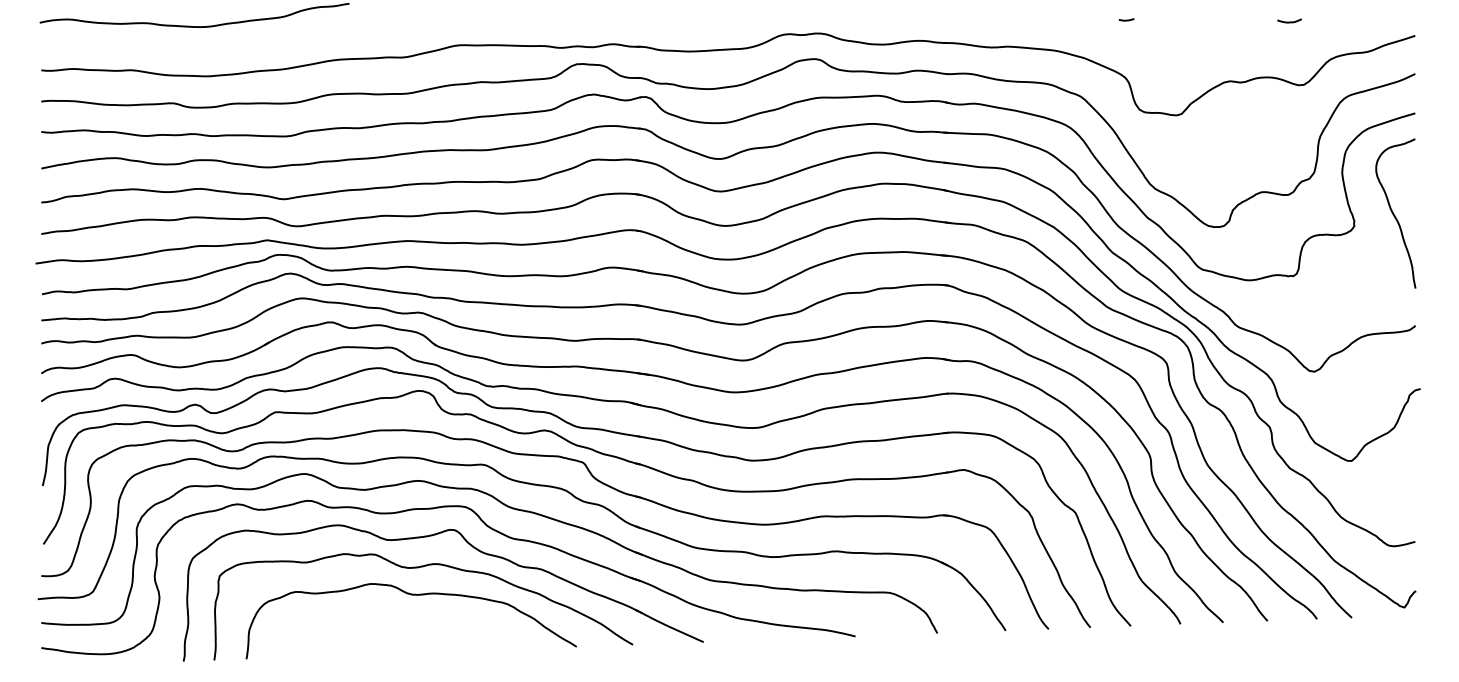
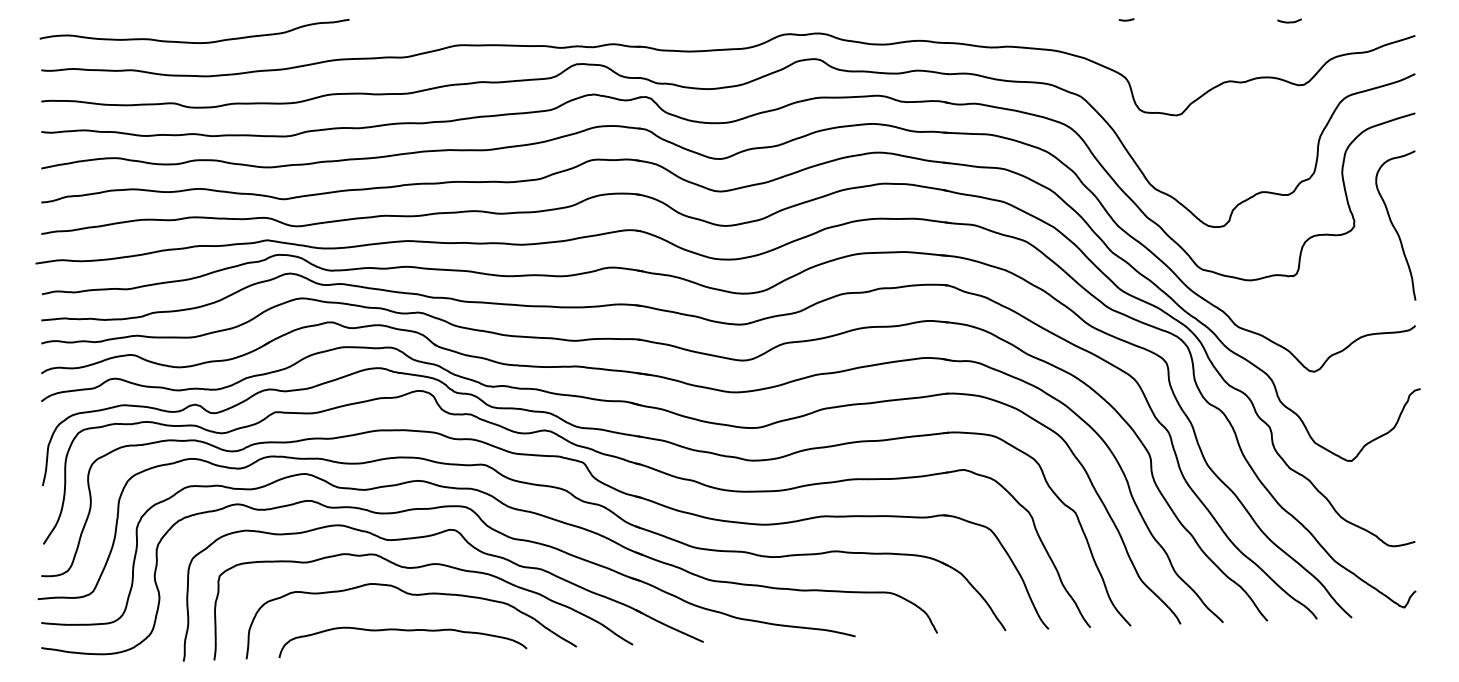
curve at (190, 25) position: (190, 25) -> (190, 41)
curve at (1394, 213) position: (1394, 213) -> (1394, 225)
curve at (403, 631): none -> present
